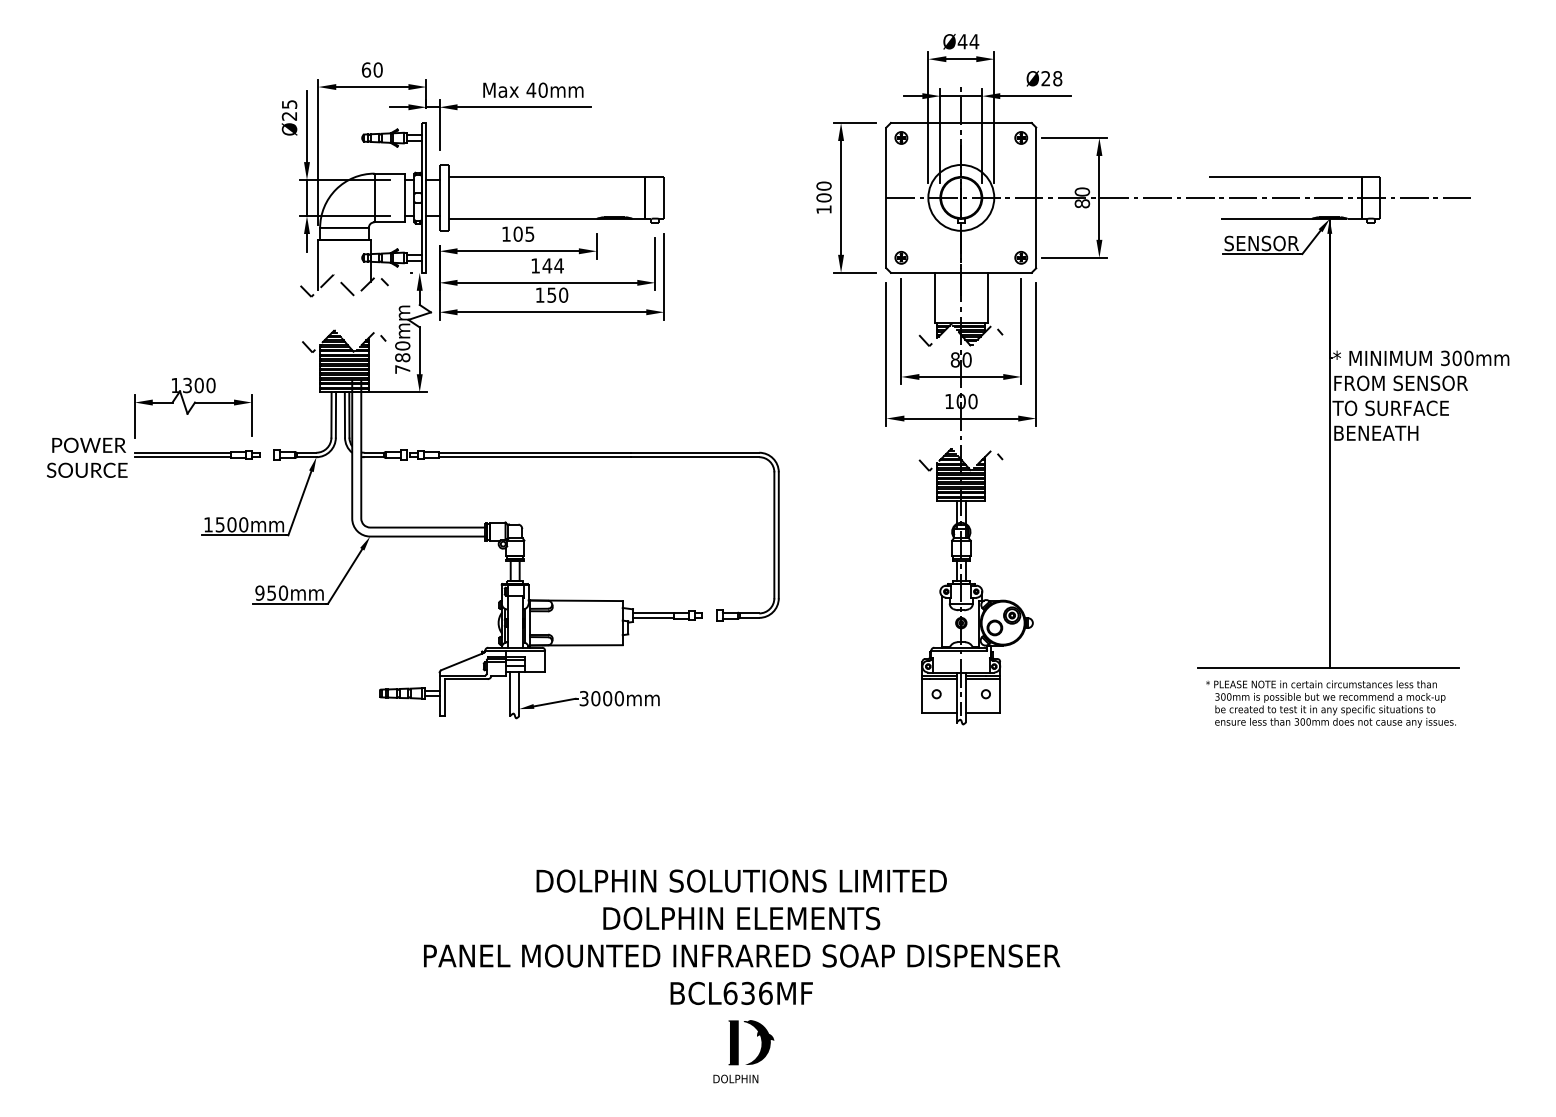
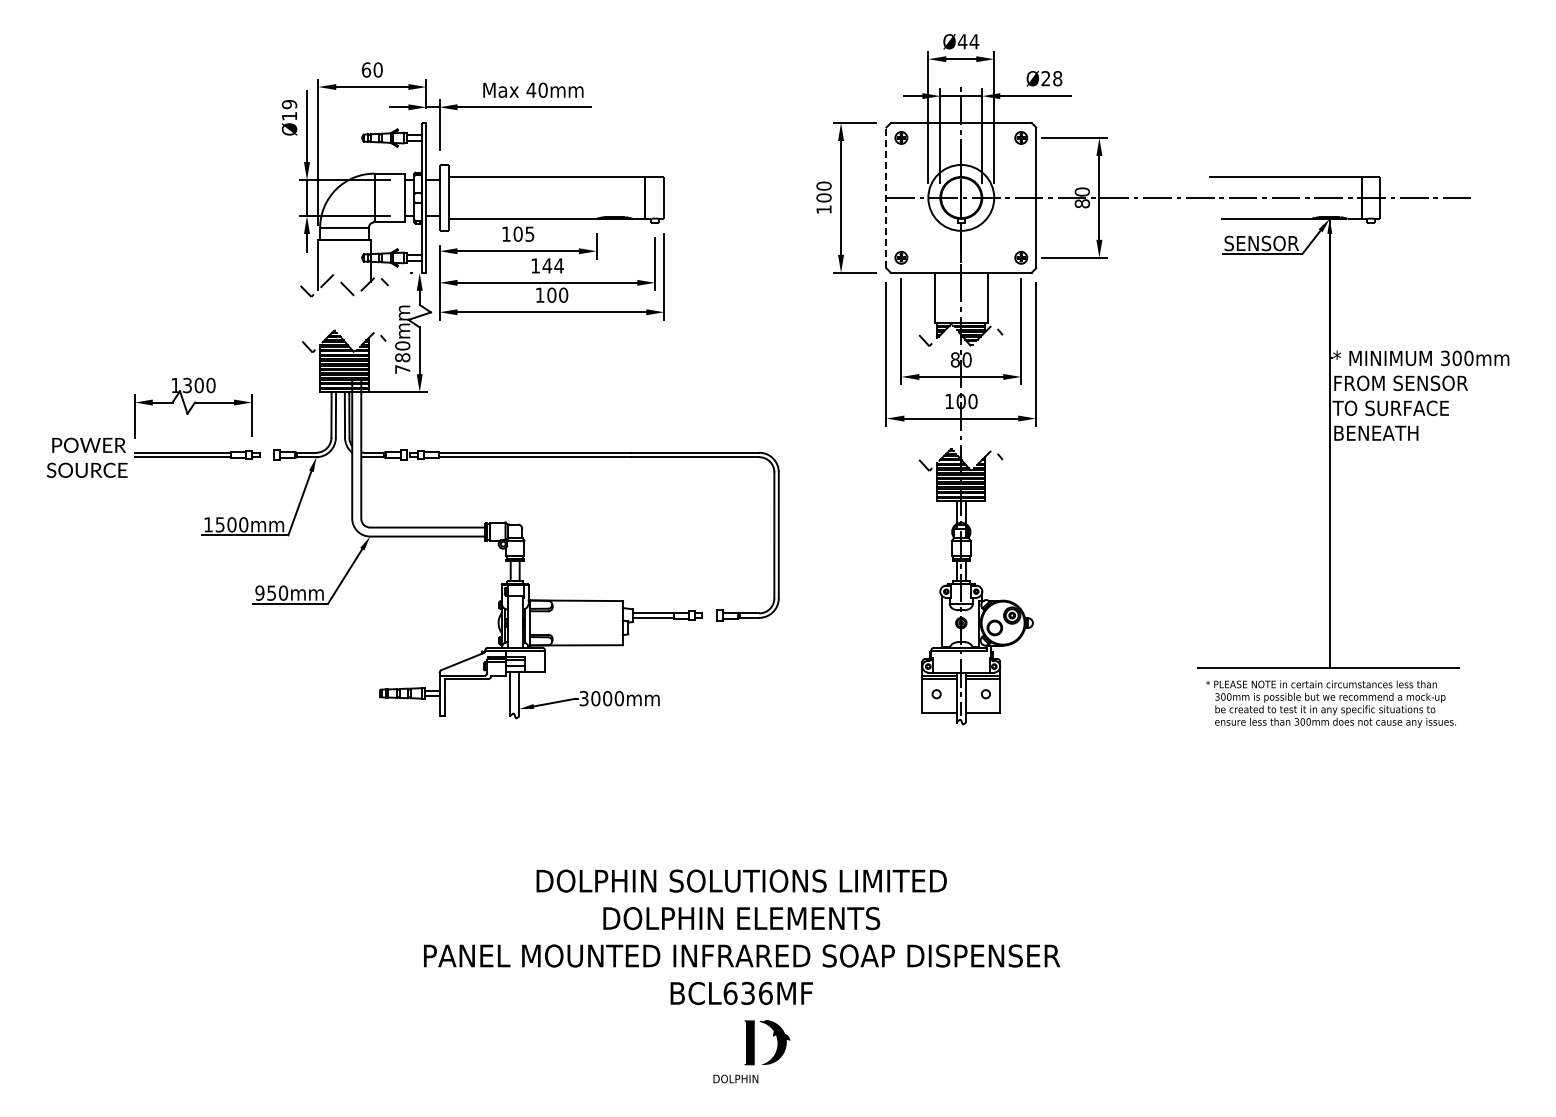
text at (288, 110): Ø25 -> Ø19
line at (886, 197): solid -> dashed
text at (551, 294): 150 -> 100
part at (757, 1036) position: (757, 1036) -> (773, 1036)
